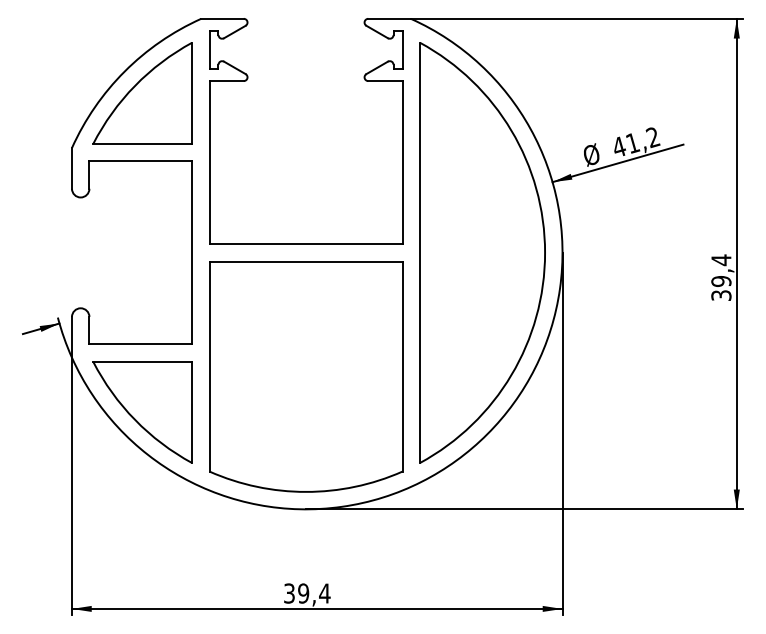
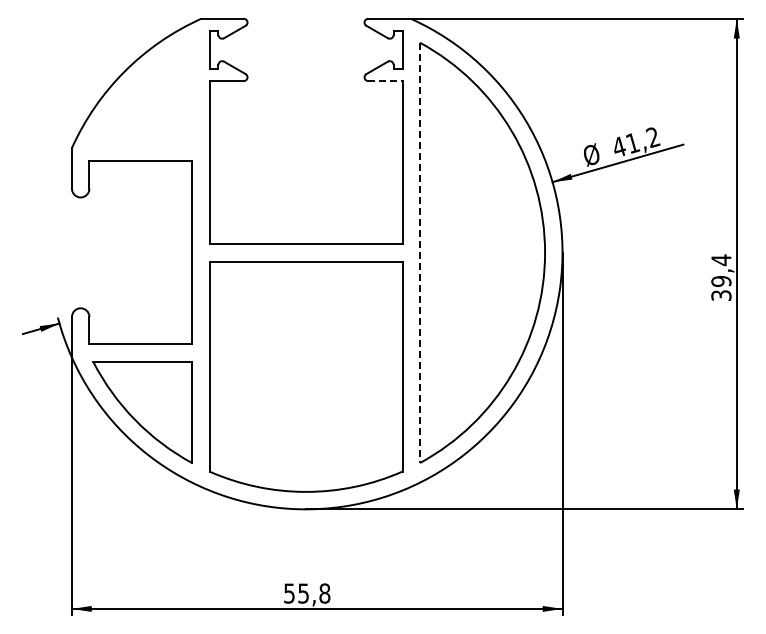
line at (385, 81): solid -> dashed
part at (142, 93): present -> none
line at (419, 253): solid -> dashed
text at (307, 593): 39,4 -> 55,8
